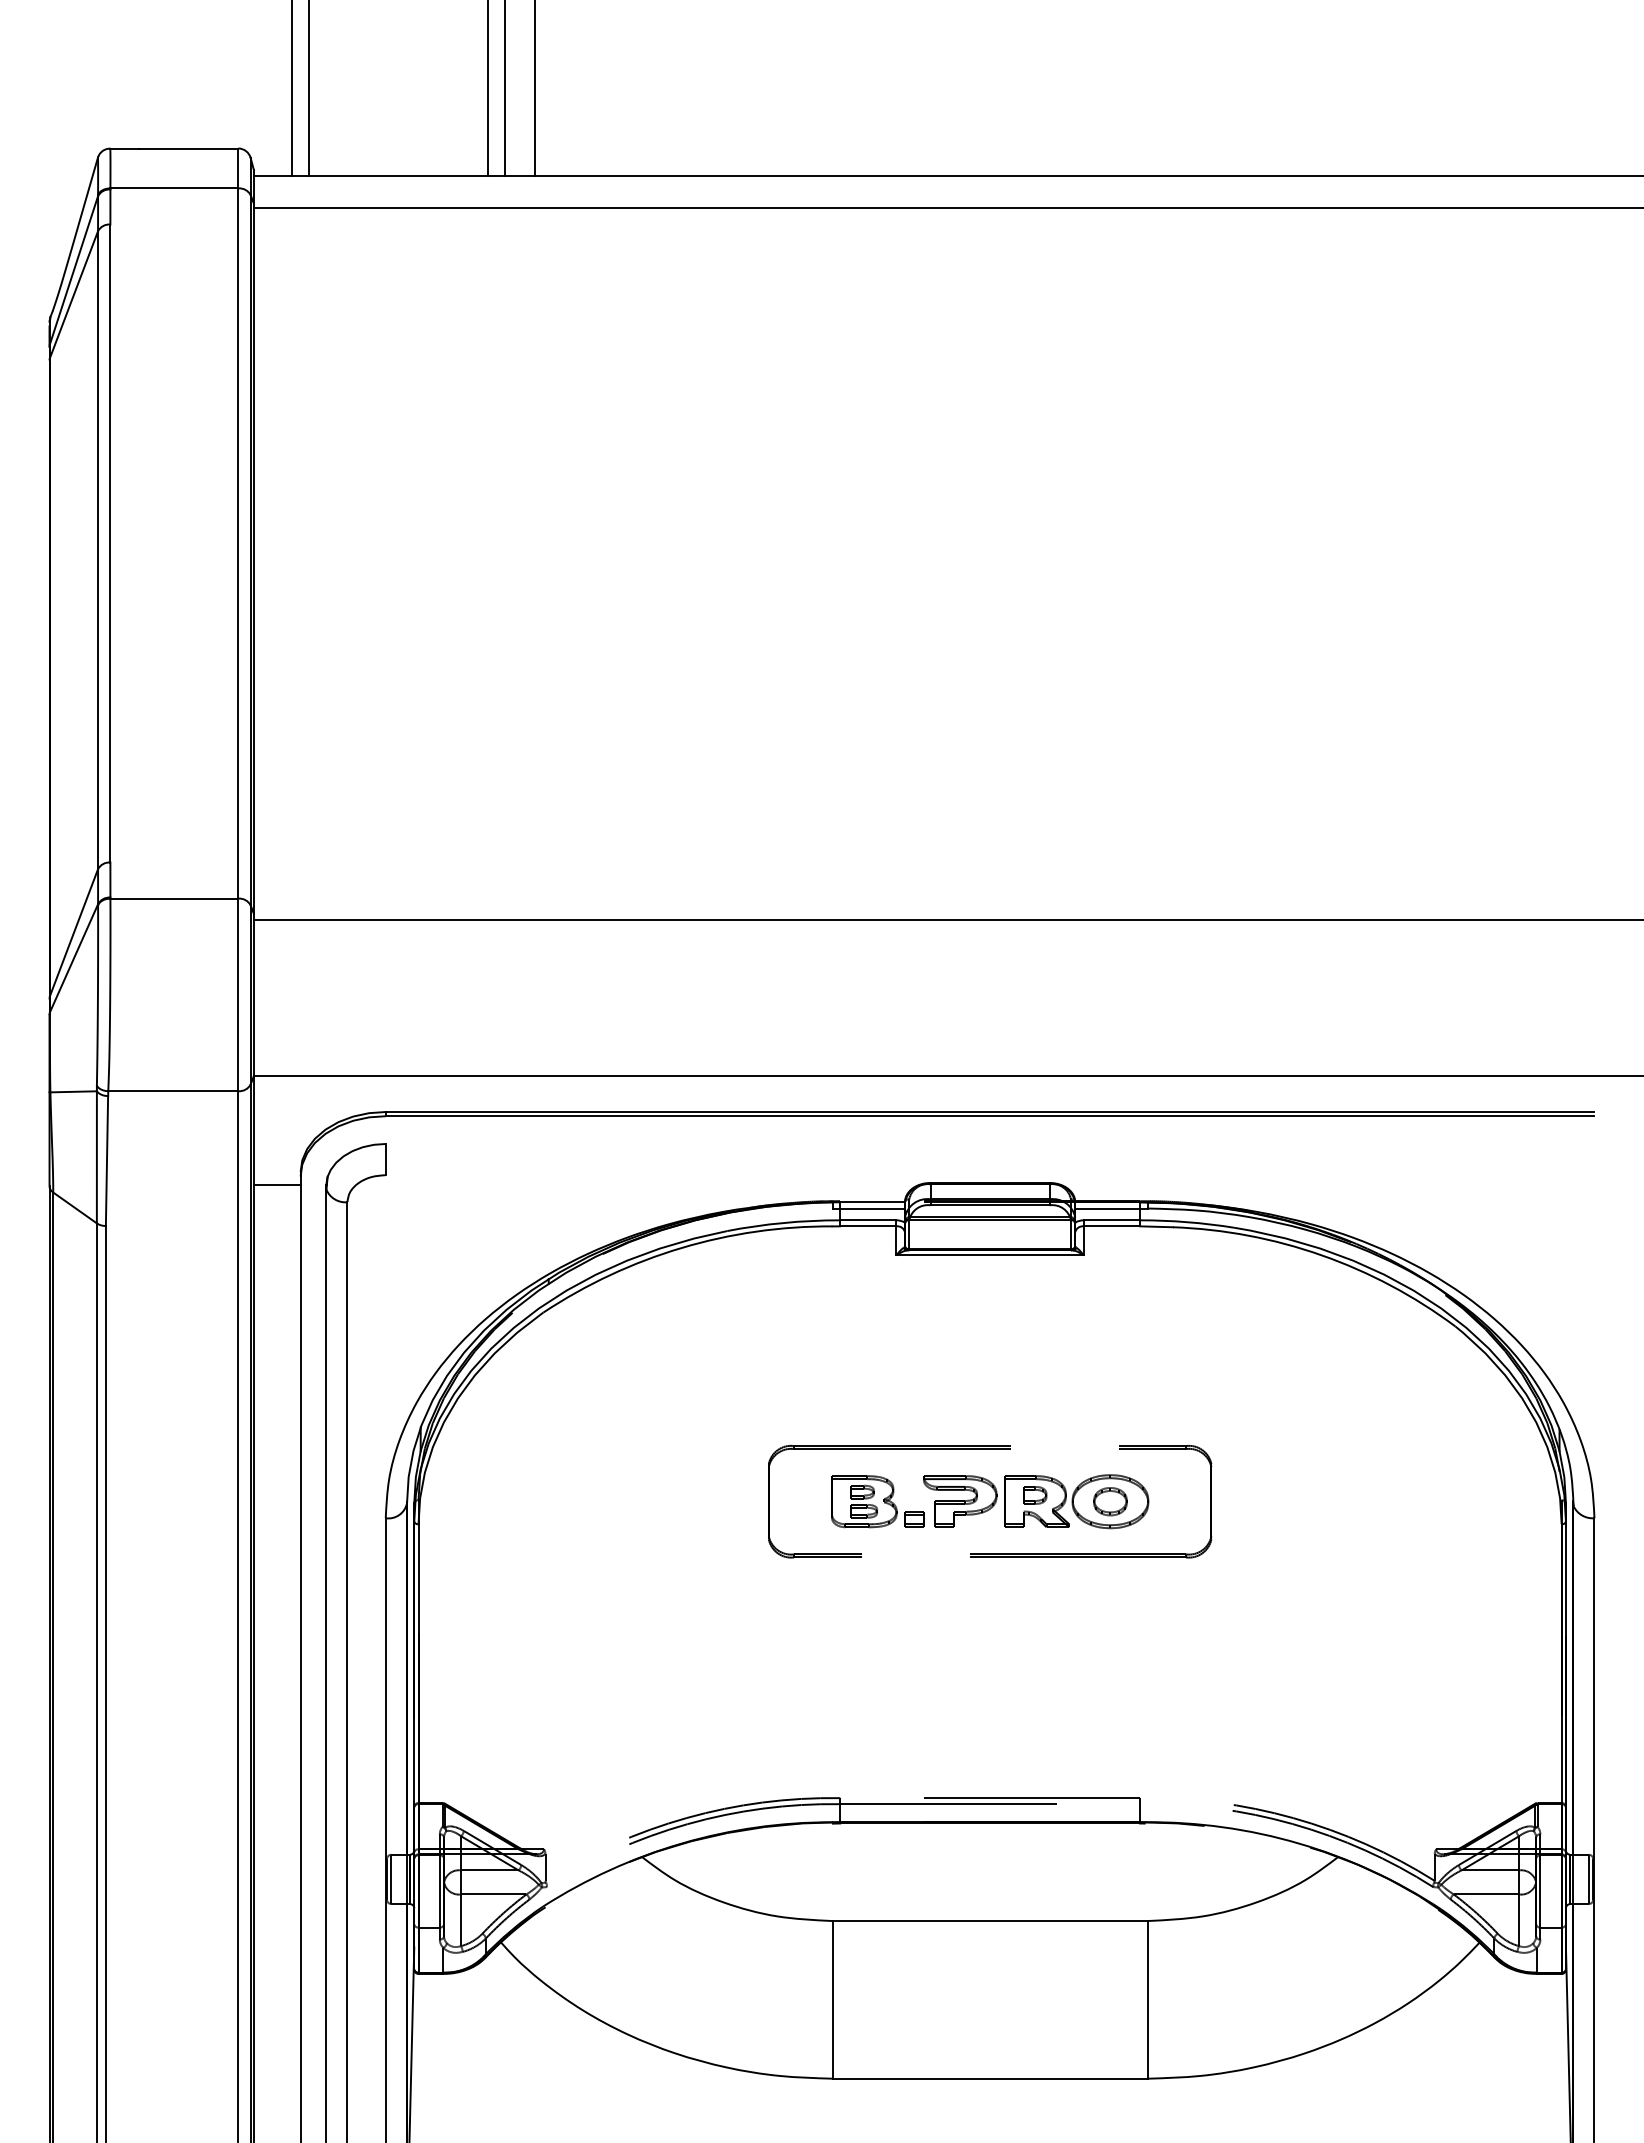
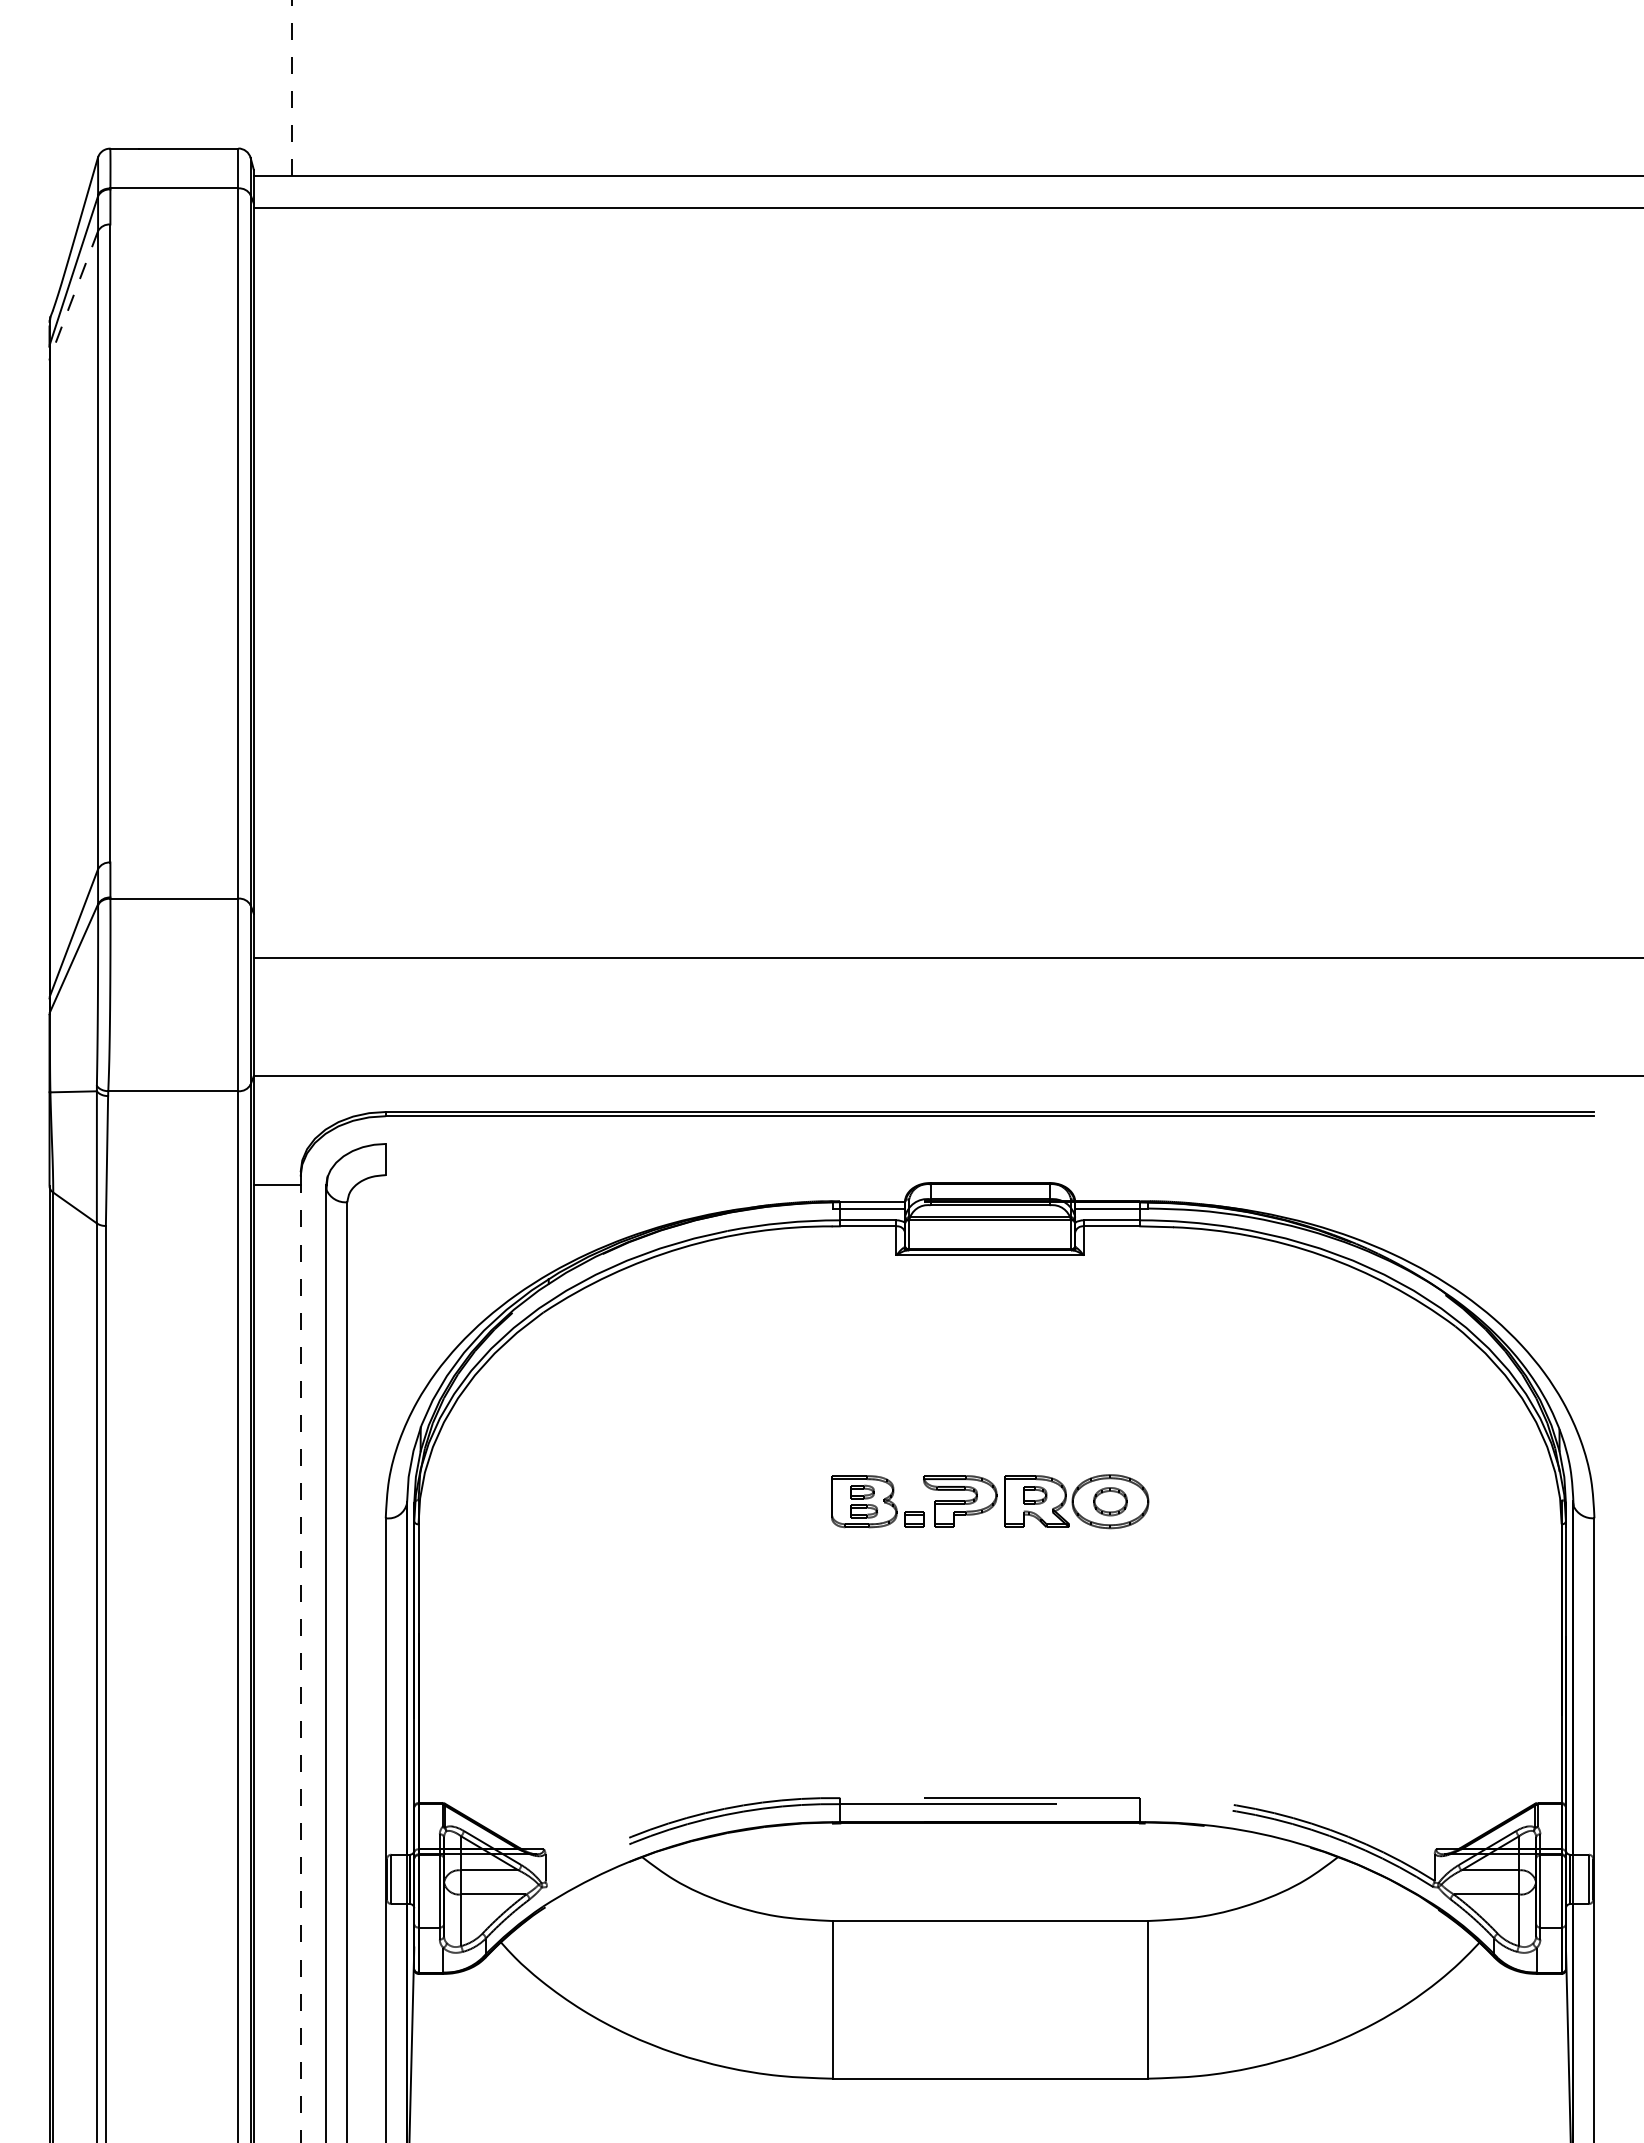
line at (292, 88): solid -> dashed
line at (309, 89): present -> none
line at (487, 89): present -> none
line at (504, 89): present -> none
line at (534, 89): present -> none
line at (74, 294): solid -> dashed
line at (946, 919) position: (946, 919) -> (946, 957)
part at (990, 1449): present -> none
line at (300, 1659): solid -> dashed
